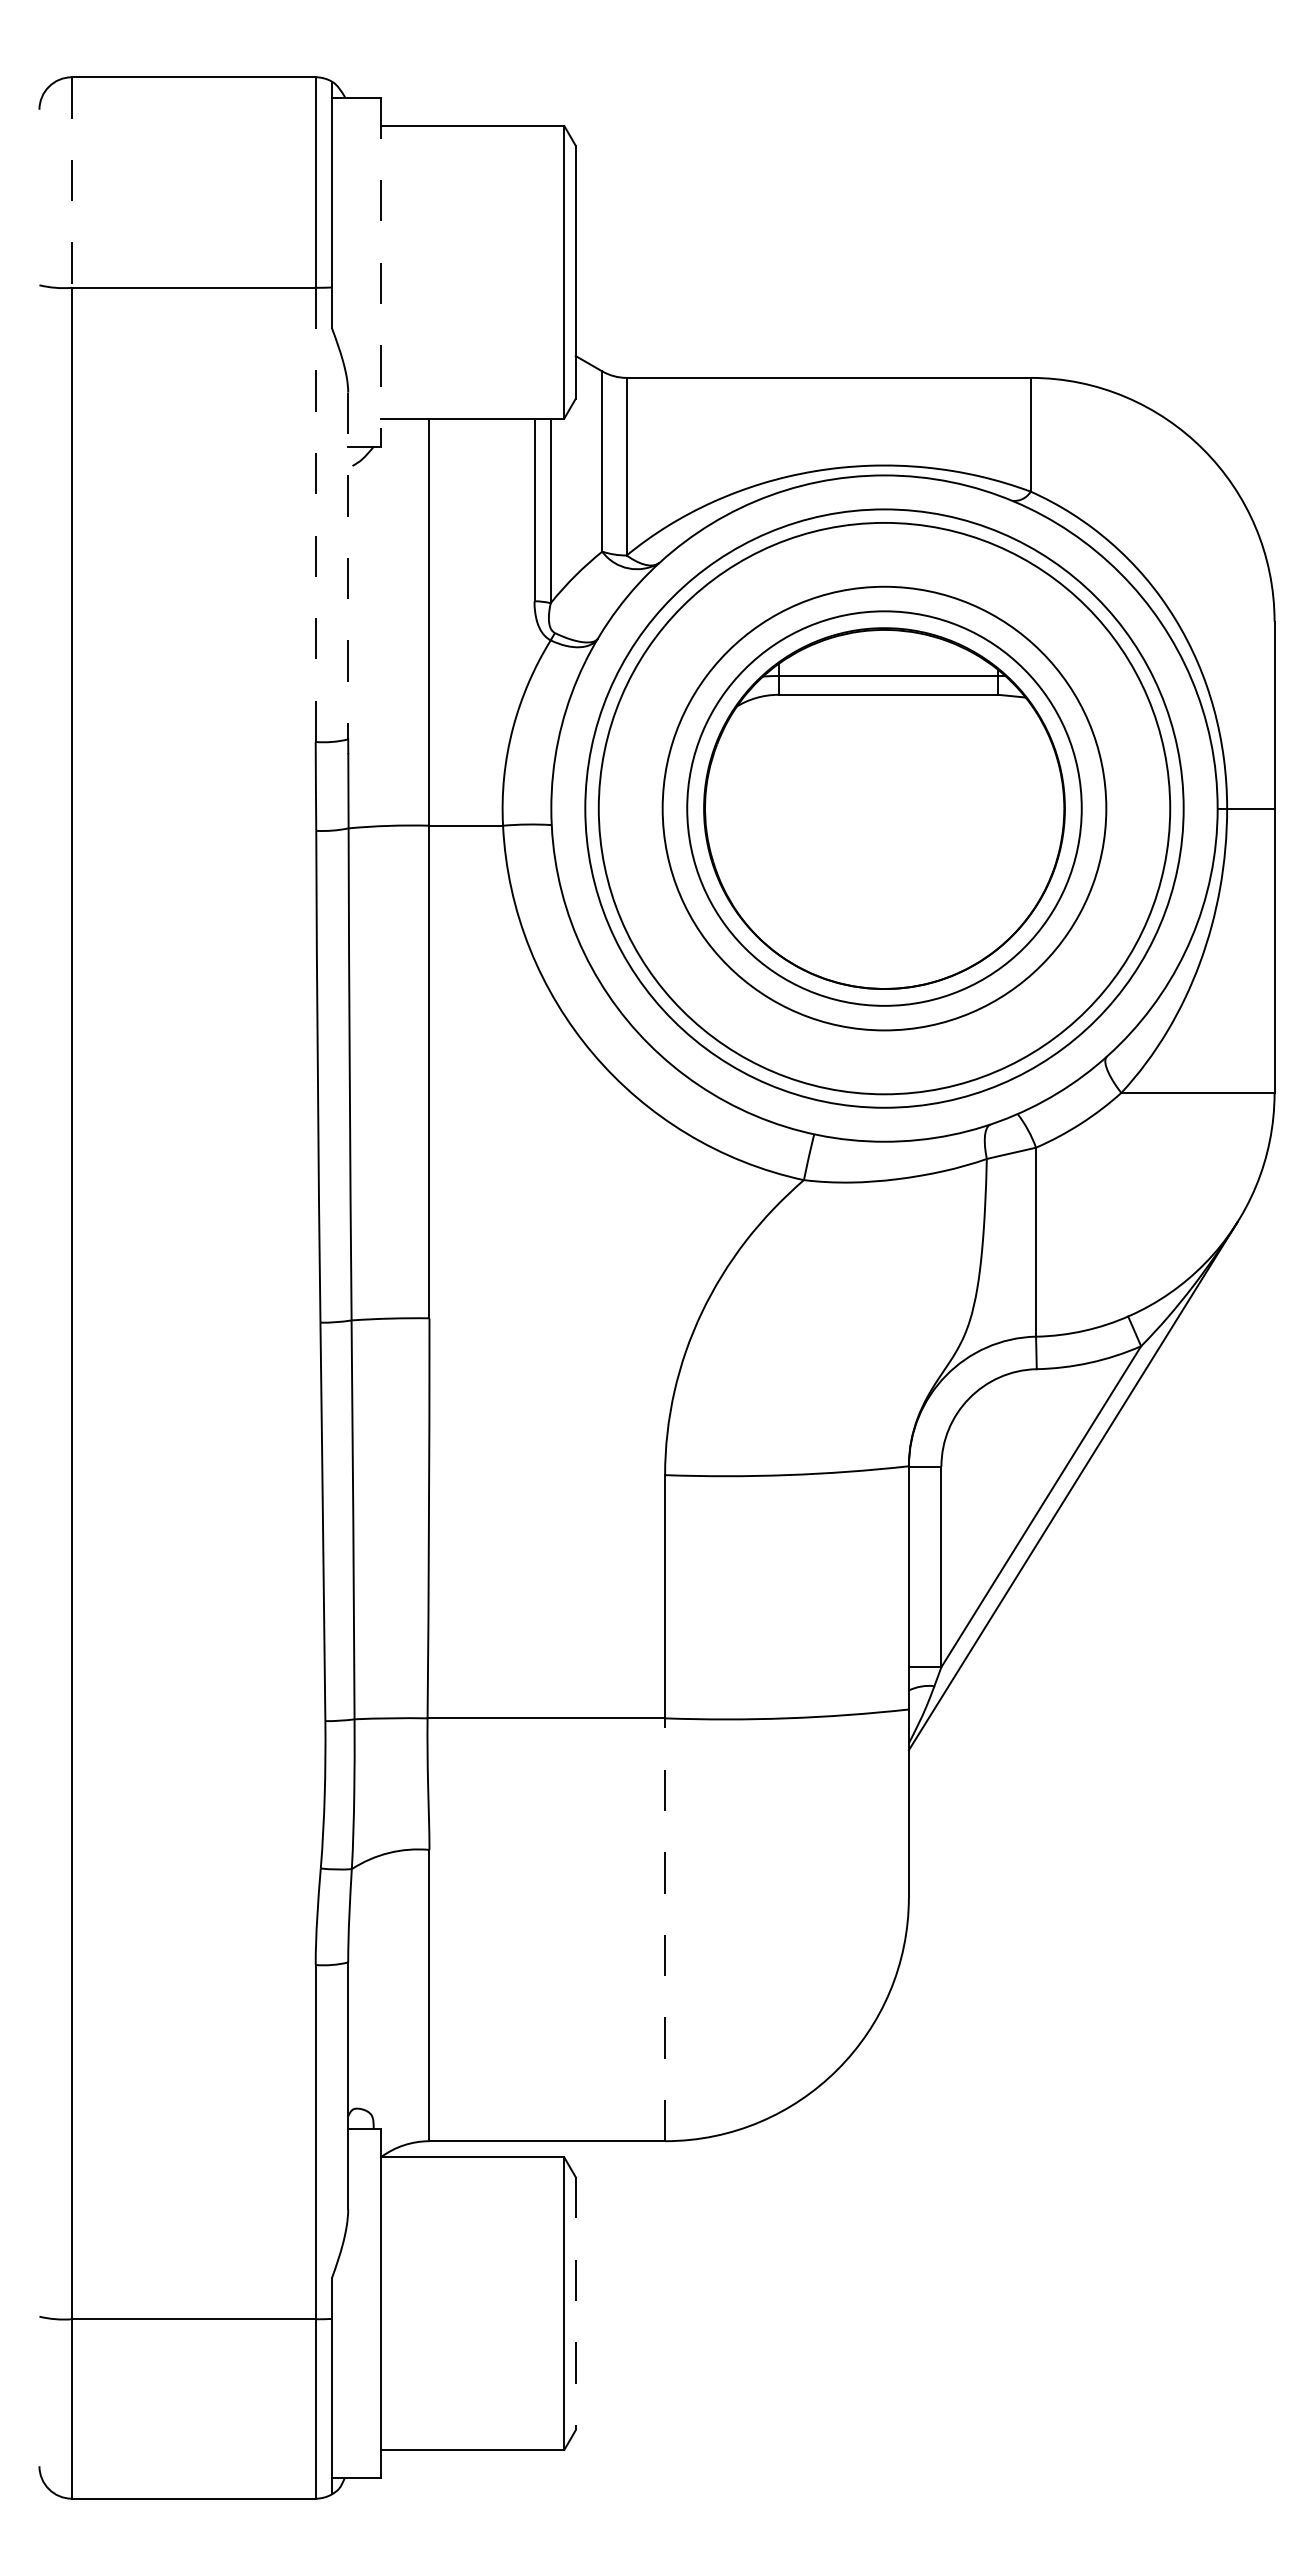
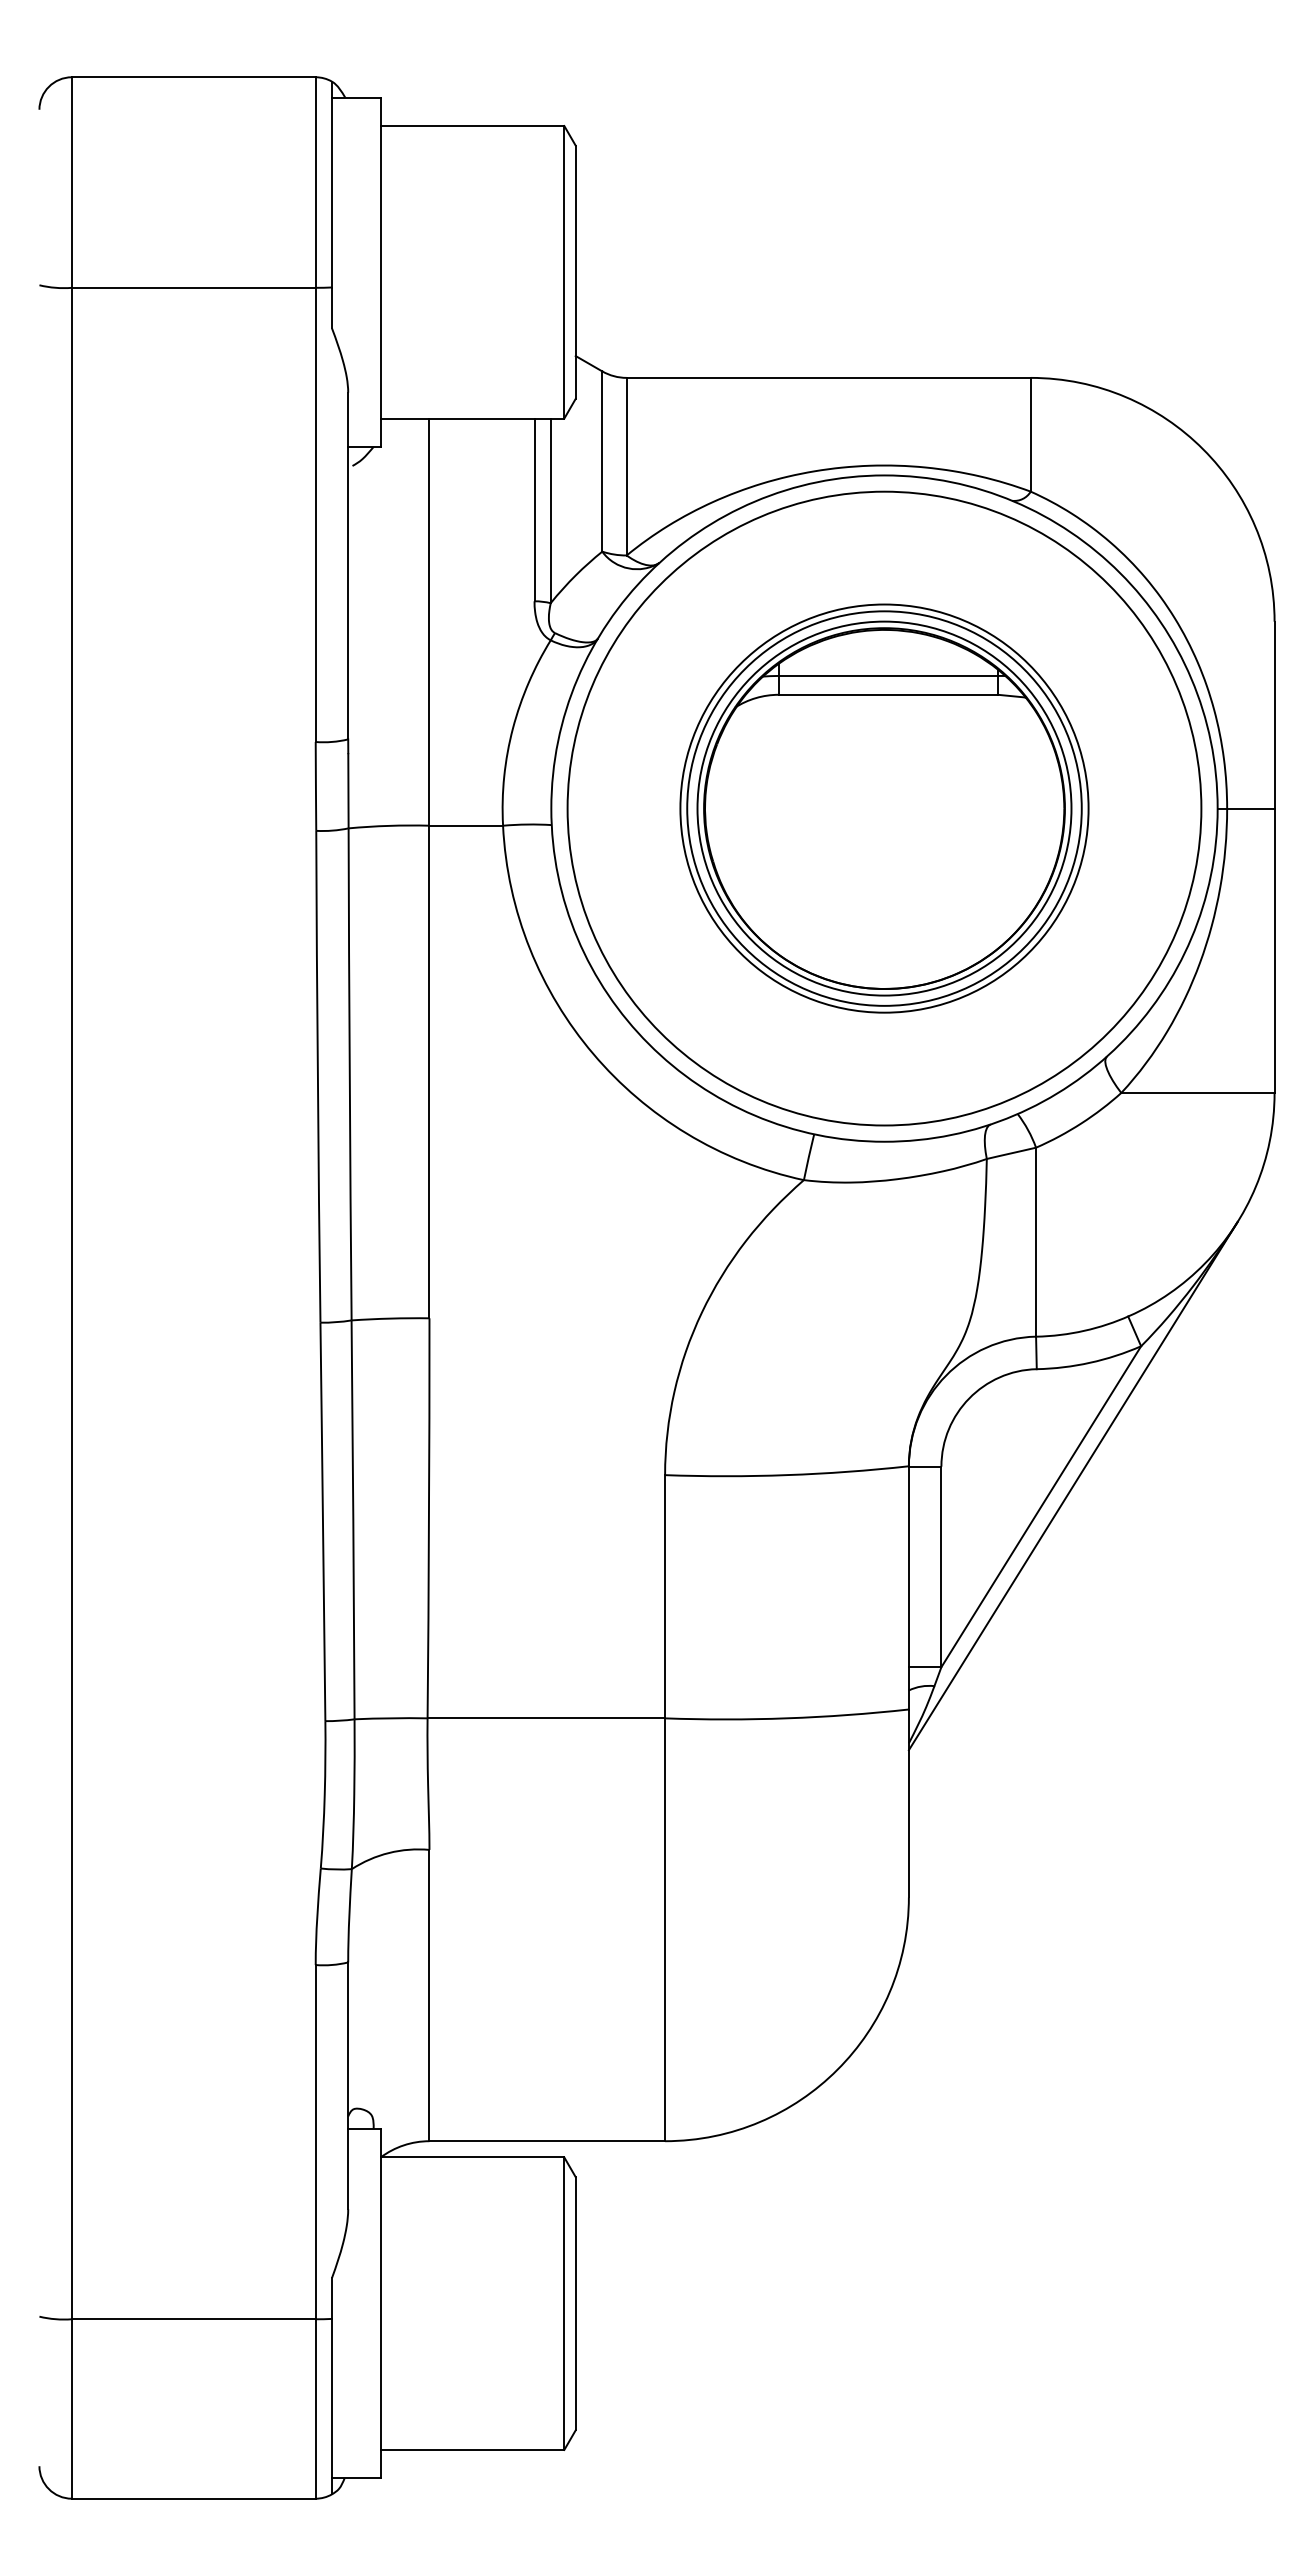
line at (71, 183): dashed -> solid
line at (380, 272): dashed -> solid
line at (315, 514): dashed -> solid
line at (348, 566): dashed -> solid
circle at (884, 808) diameter: 444 px -> 634 px
circle at (884, 808) diameter: 571 px -> 408 px
circle at (884, 808) diameter: 598 px -> 374 px
line at (665, 1929): dashed -> solid
line at (575, 2303): dashed -> solid
